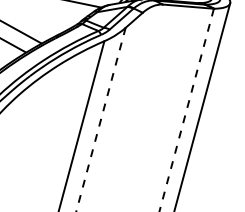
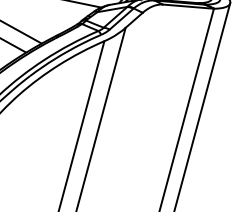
line at (186, 110): dashed -> solid
line at (101, 119): dashed -> solid
